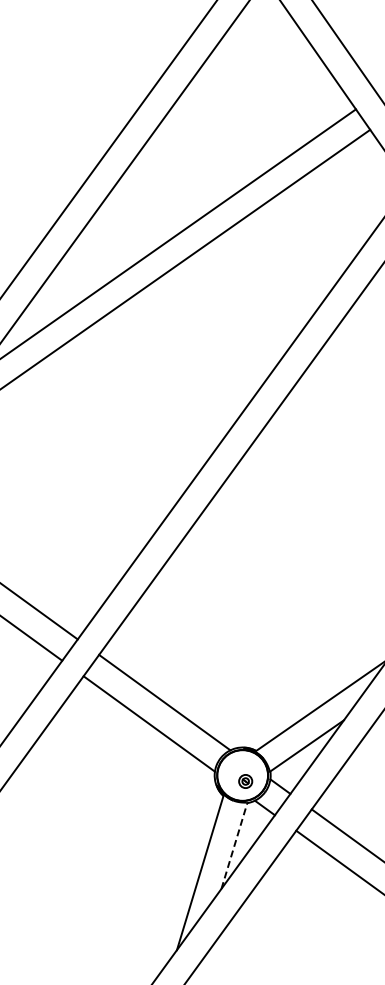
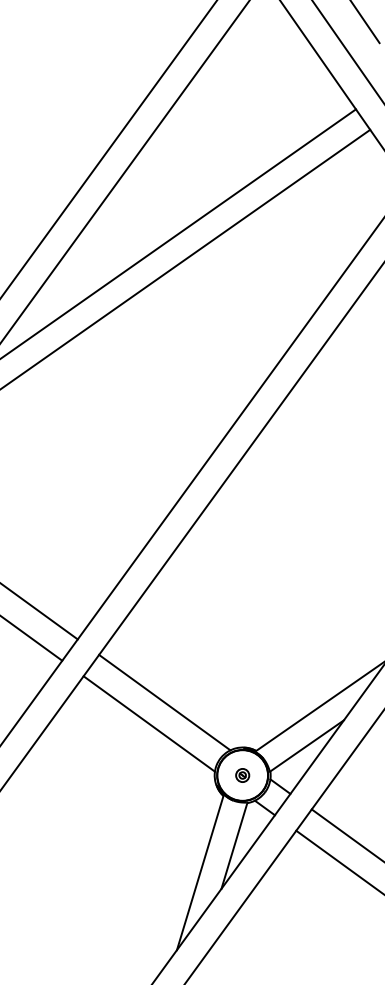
line at (365, 22): none -> present
part at (245, 781) position: (245, 781) -> (242, 775)
line at (234, 845): dashed -> solid
